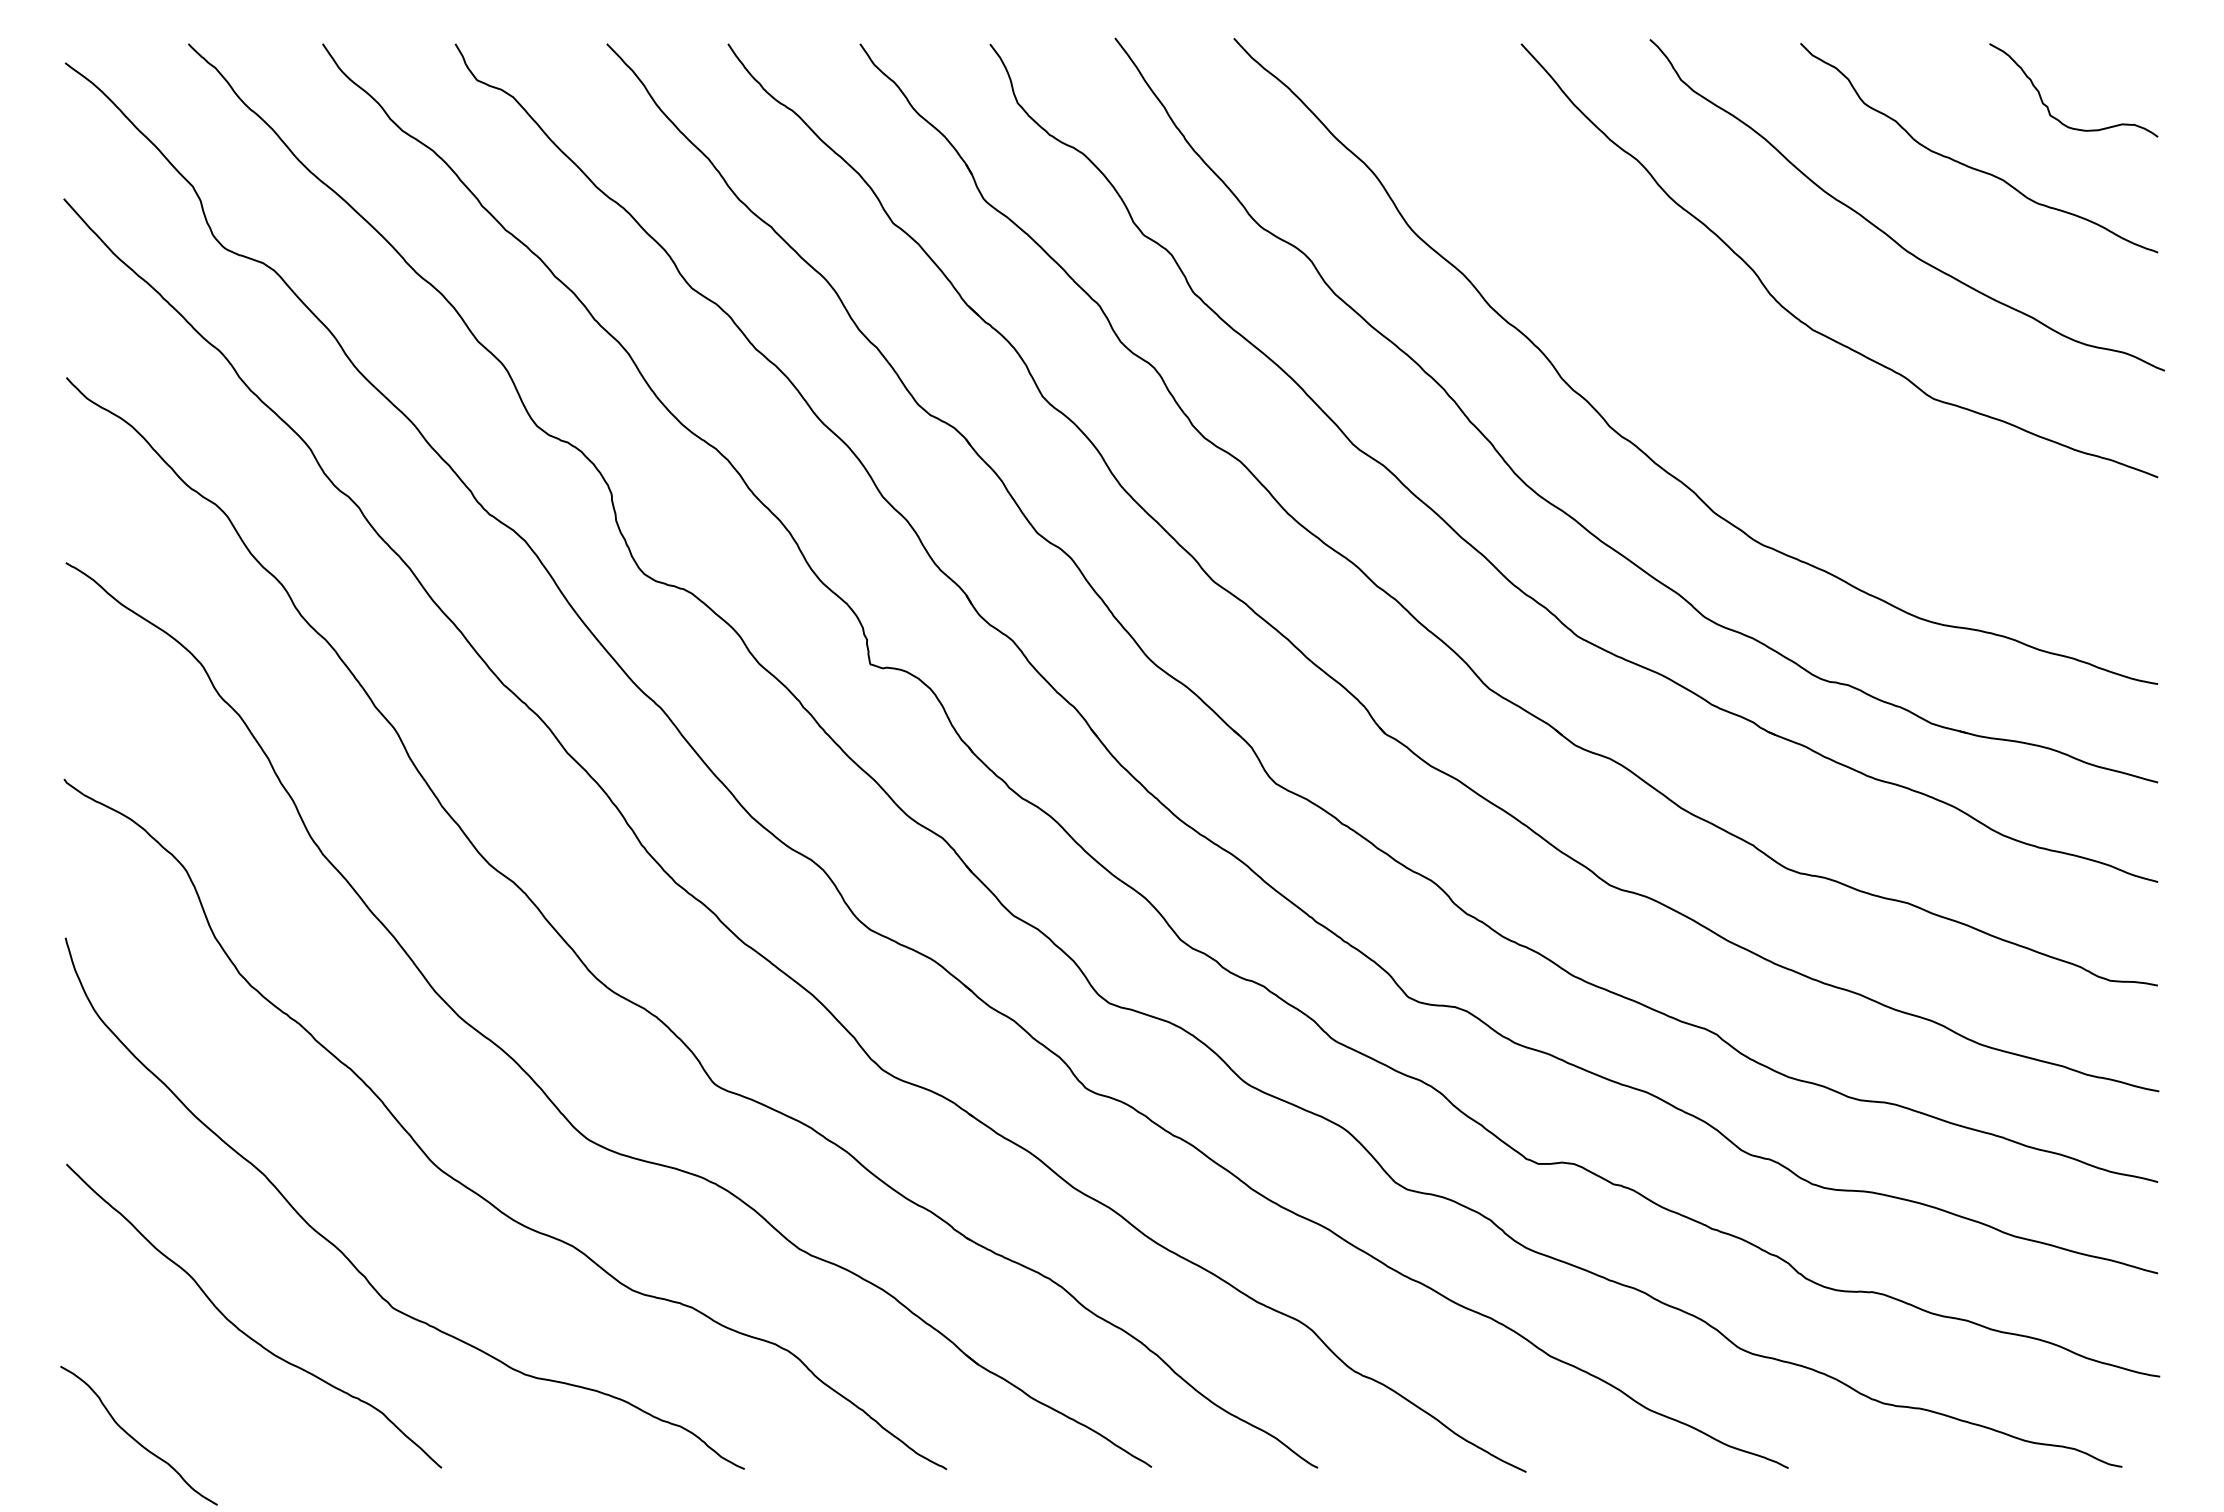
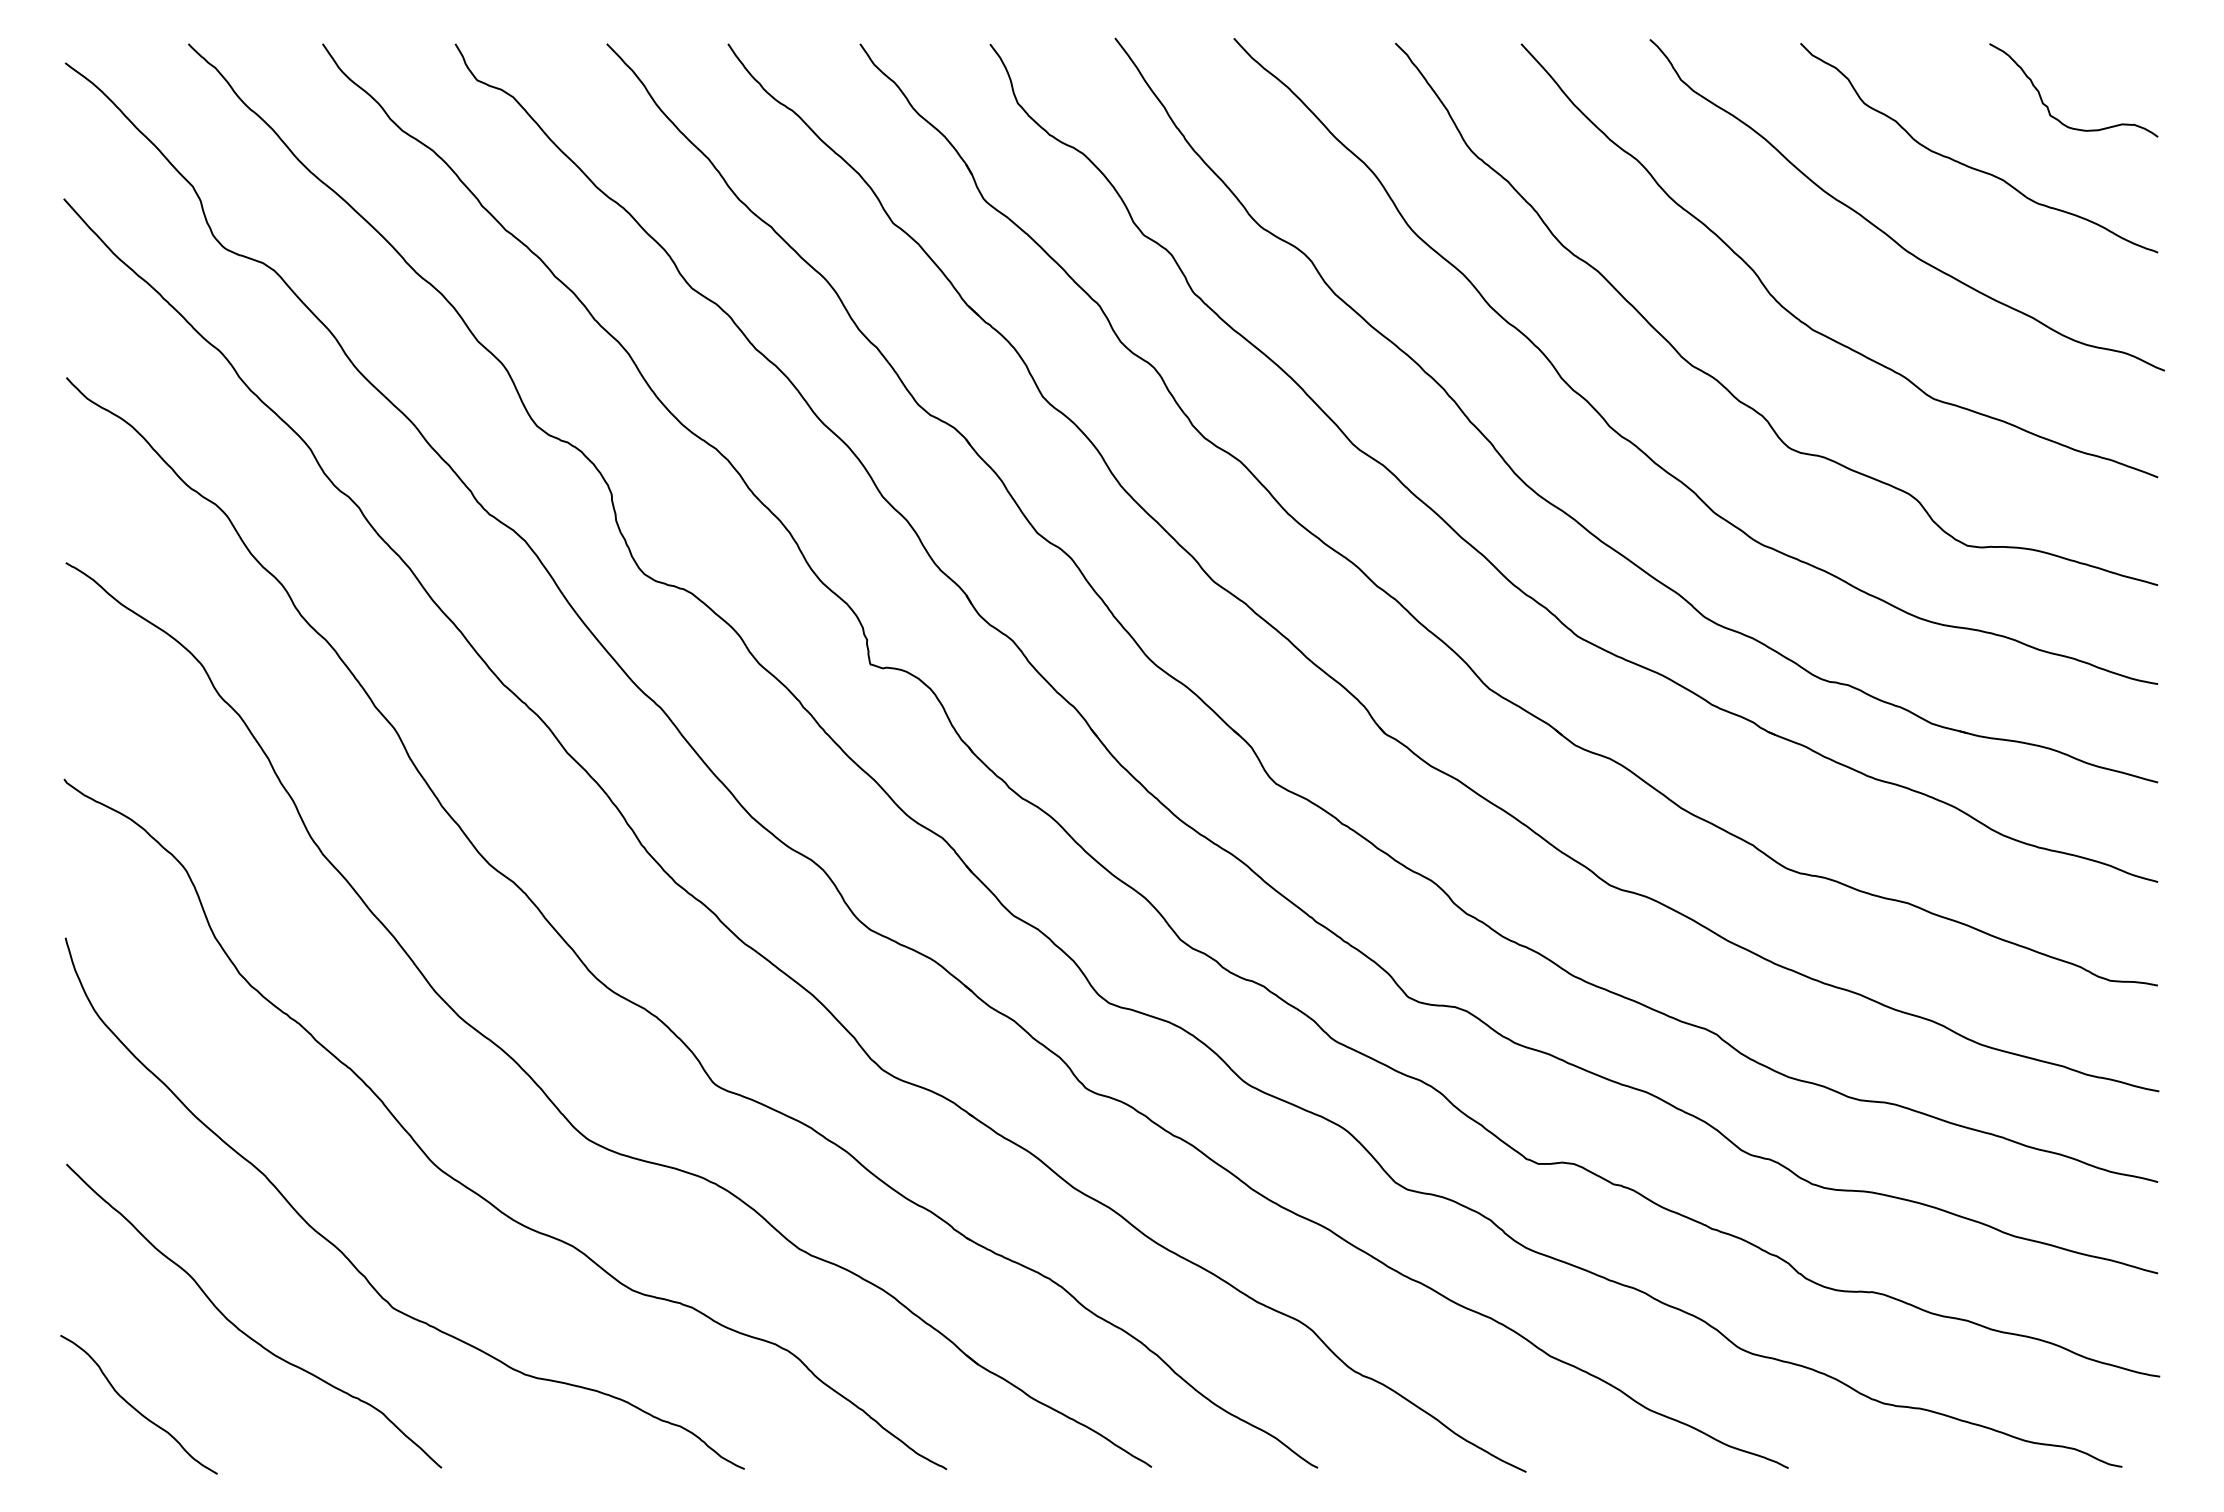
curve at (1716, 378): none -> present
curve at (134, 1438) position: (134, 1438) -> (134, 1407)
